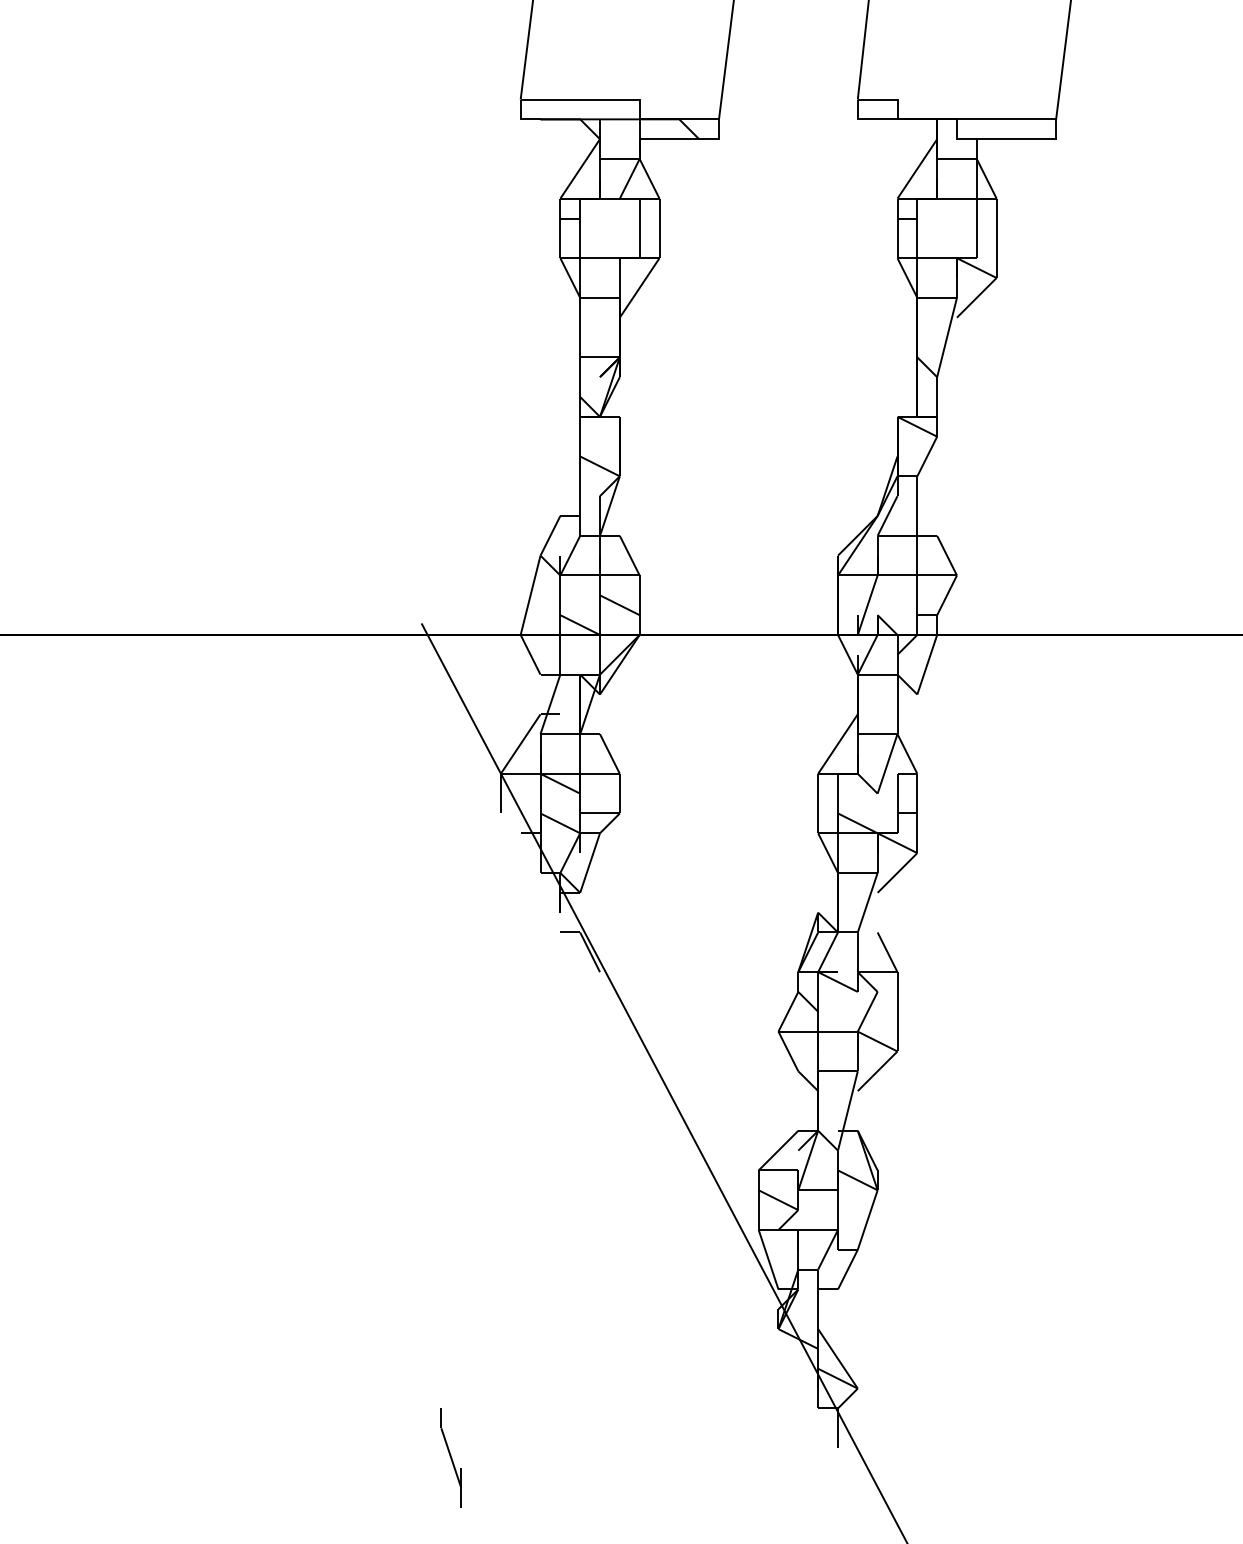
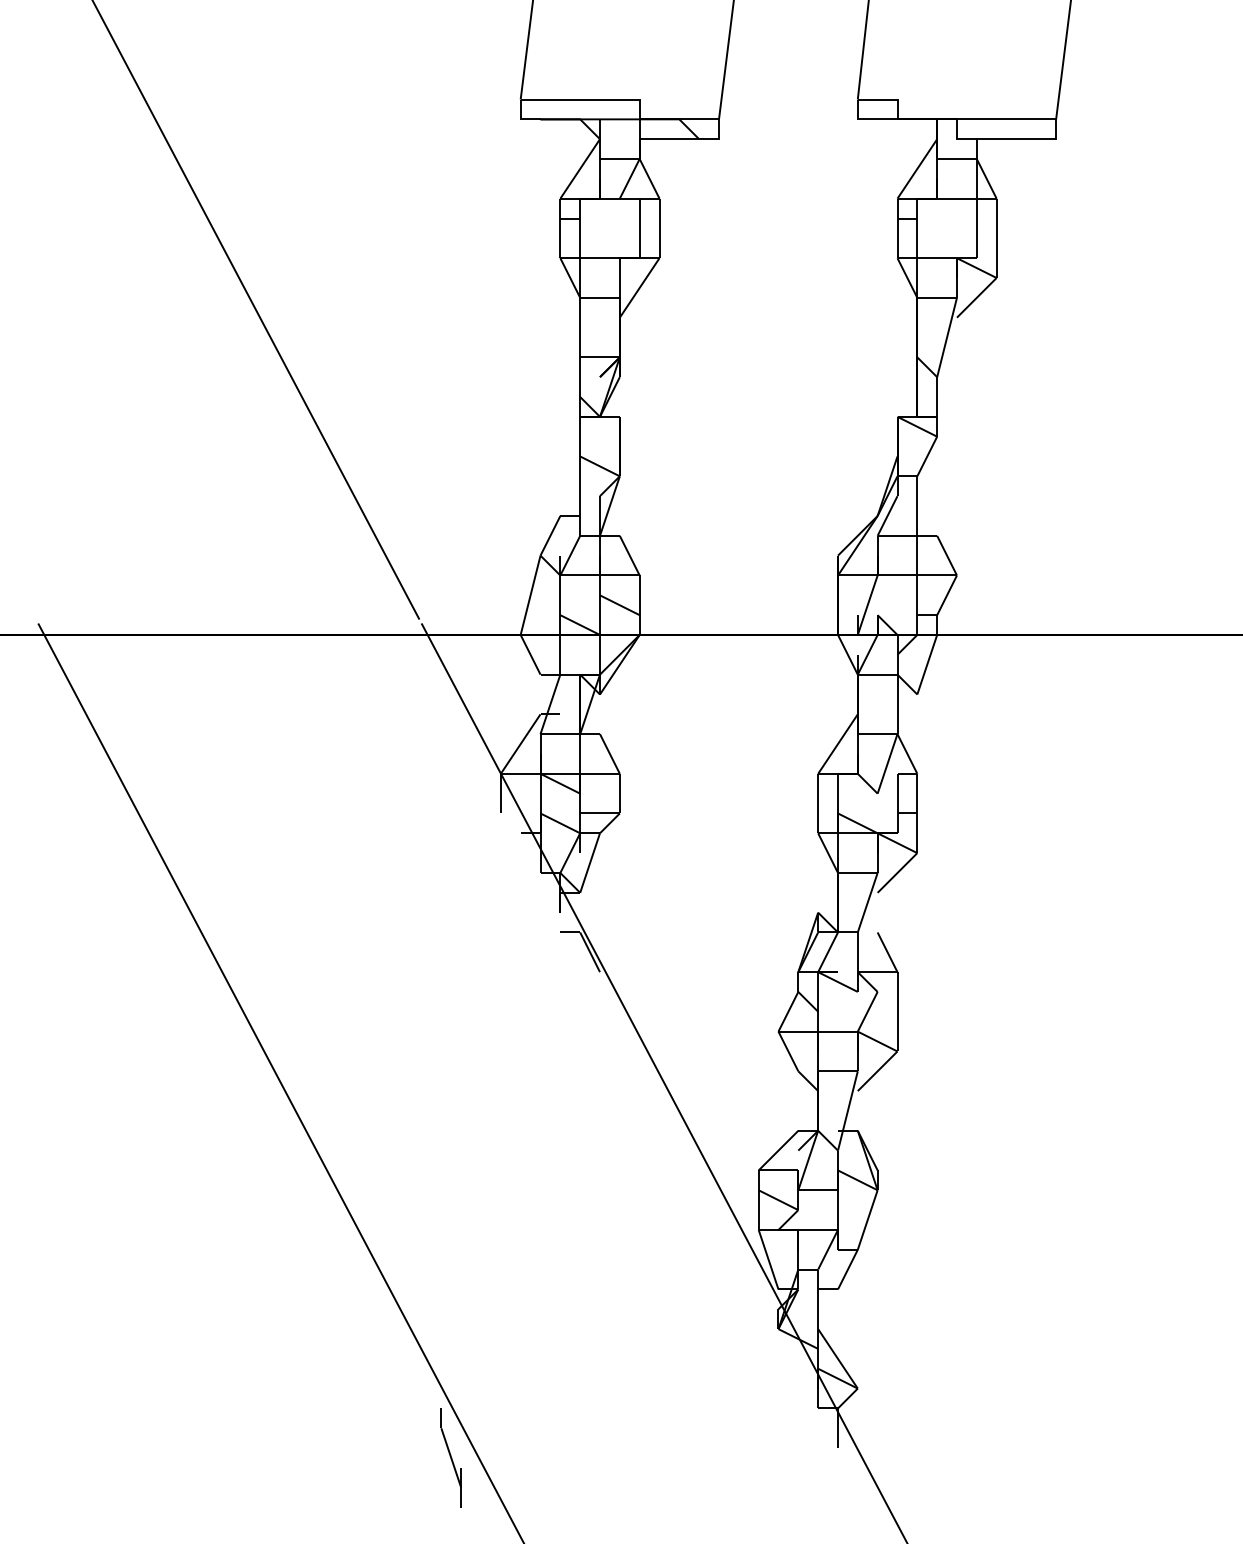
line at (256, 310): none -> present
line at (280, 1082): none -> present
